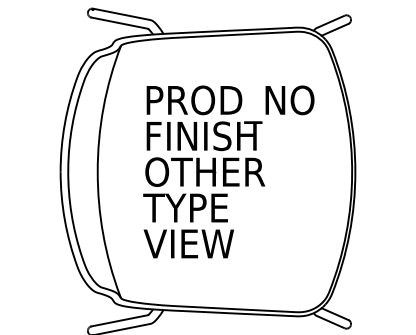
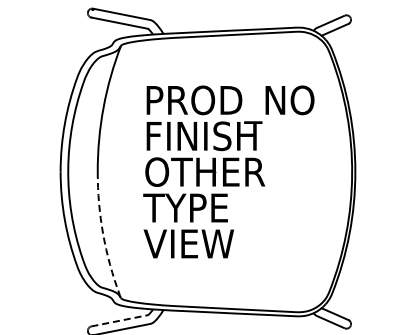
line at (104, 240): solid -> dashed
line at (119, 320): solid -> dashed
